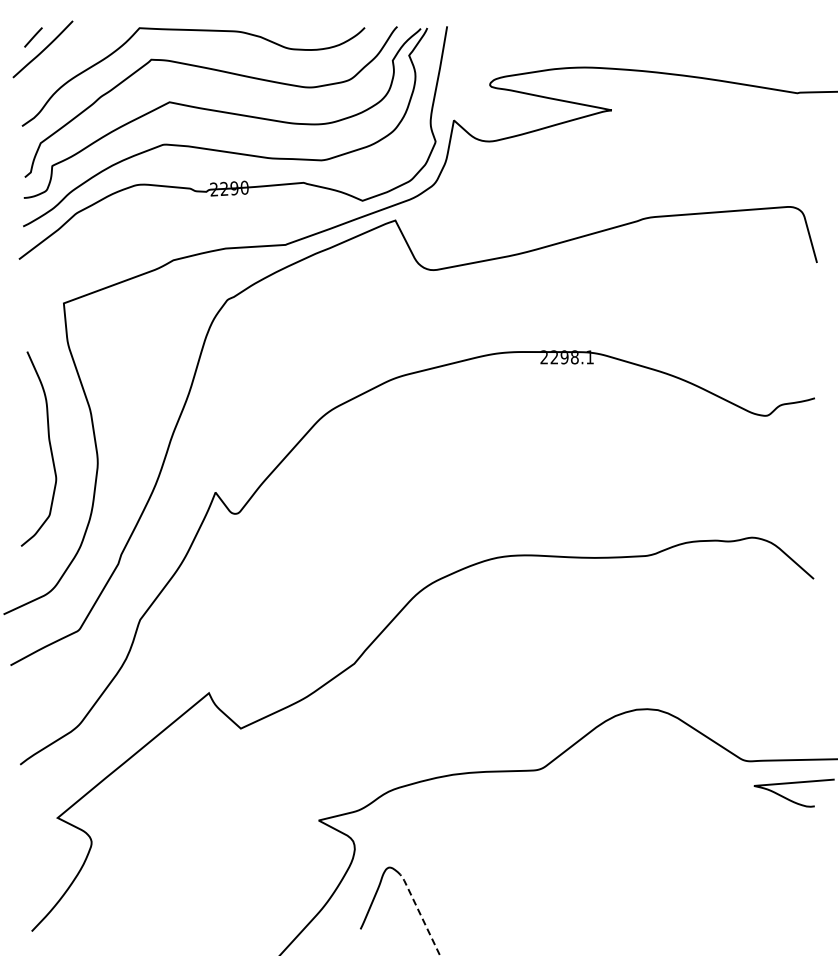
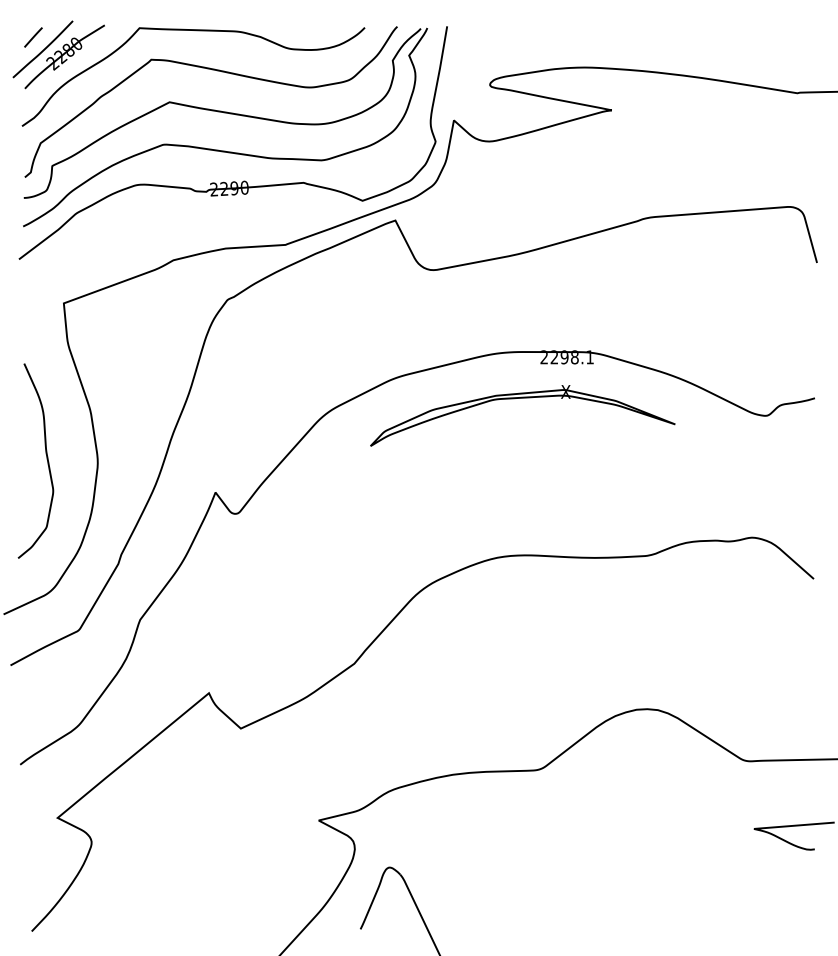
part at (64, 56): none -> present
part at (522, 398): none -> present
curve at (49, 447) position: (49, 447) -> (46, 459)
curve at (790, 799) position: (790, 799) -> (790, 842)
line at (420, 913): dashed -> solid
